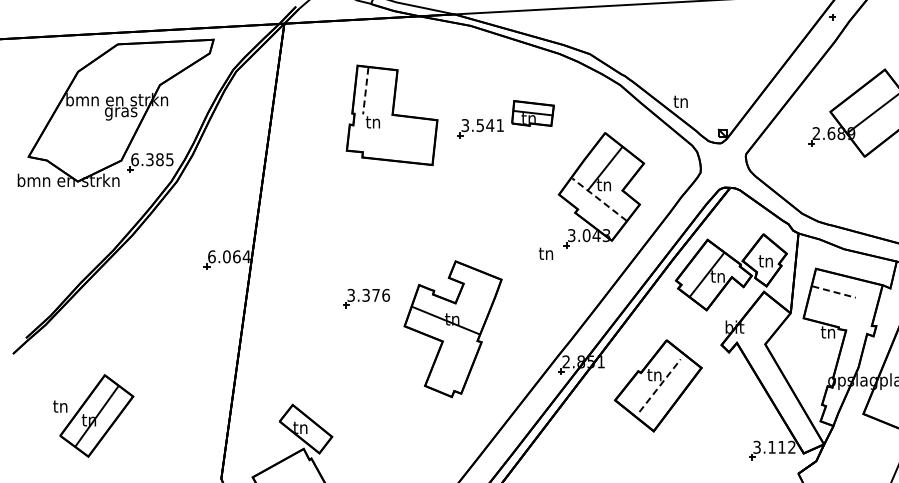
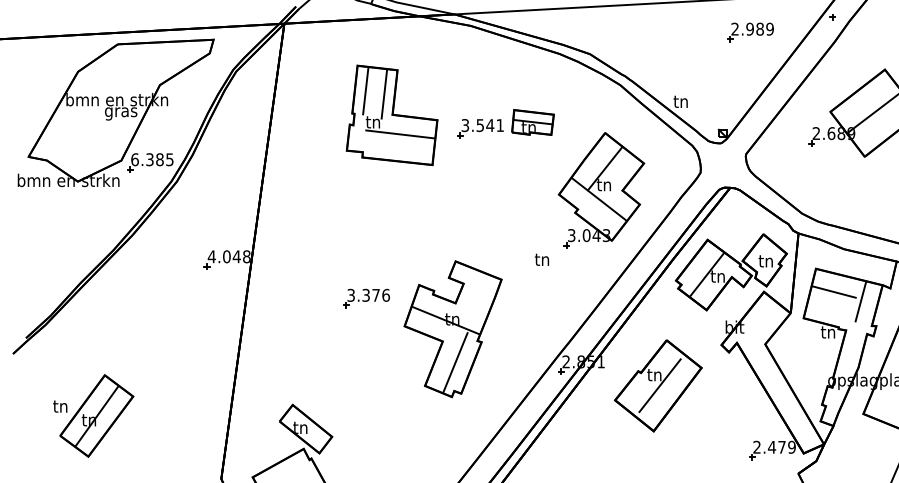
part at (750, 32): none -> present
line at (365, 91): dashed -> solid
line at (384, 93): none -> present
part at (532, 113) position: (532, 113) -> (532, 122)
line at (400, 134): none -> present
line at (599, 199): dashed -> solid
text at (545, 253) position: (545, 253) -> (541, 259)
text at (228, 256): 6.064 -> 4.048
line at (834, 292): dashed -> solid
line at (860, 301): none -> present
line at (455, 362): none -> present
line at (660, 385): dashed -> solid
text at (774, 447): 3.112 -> 2.479
